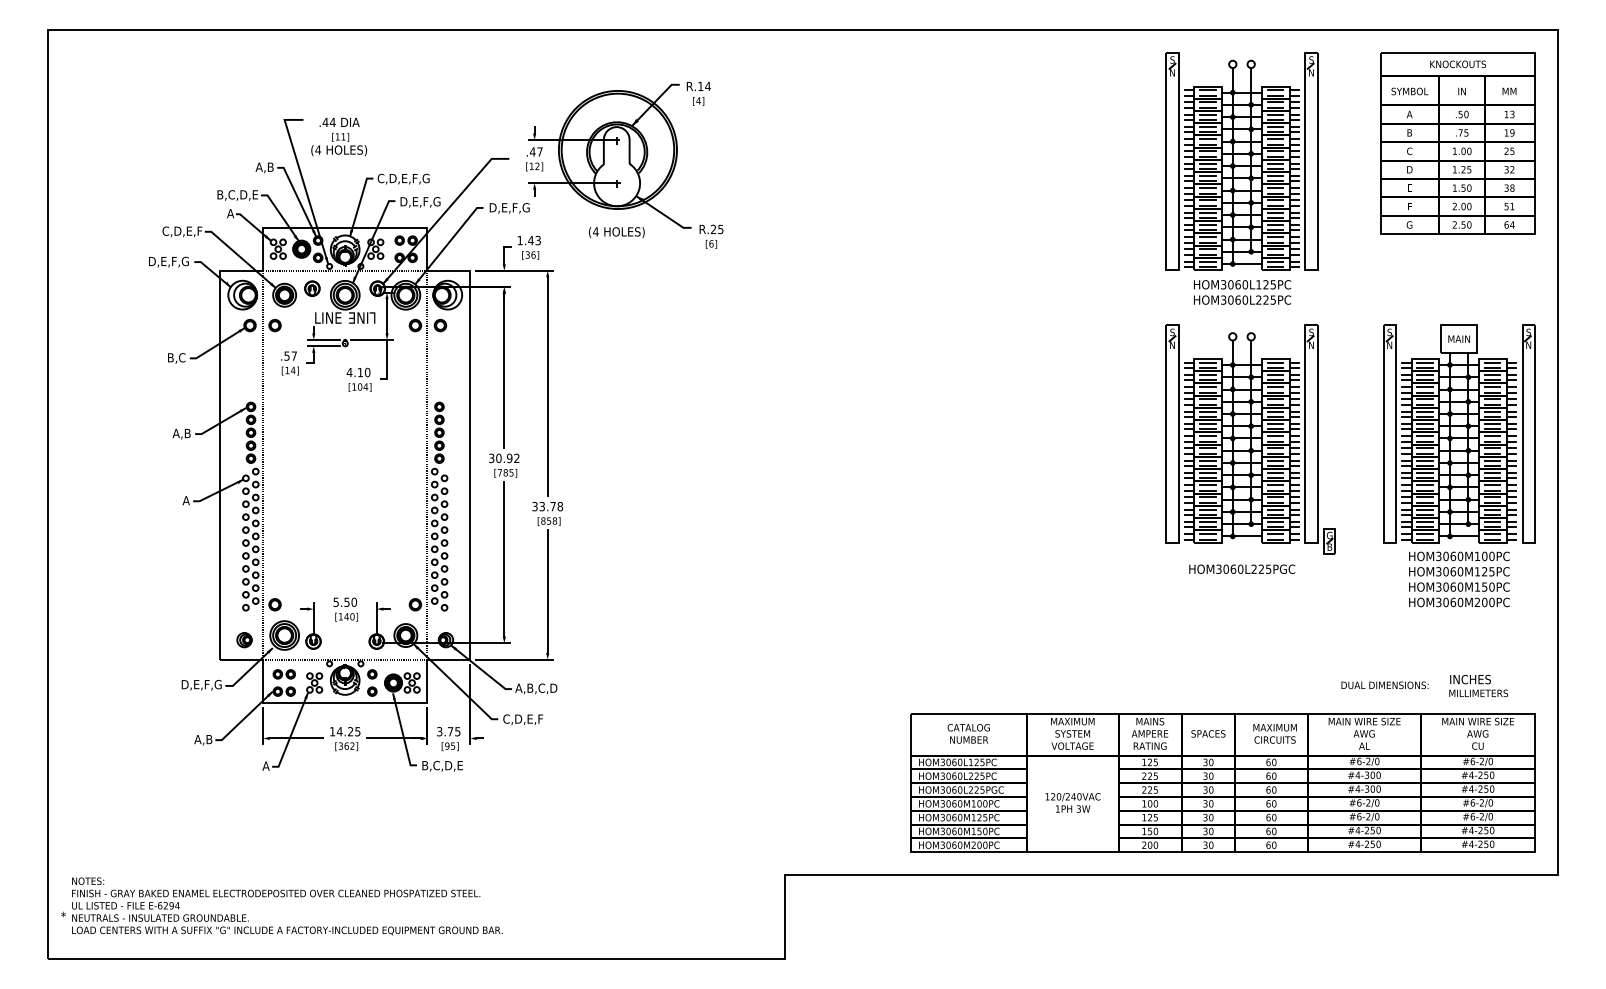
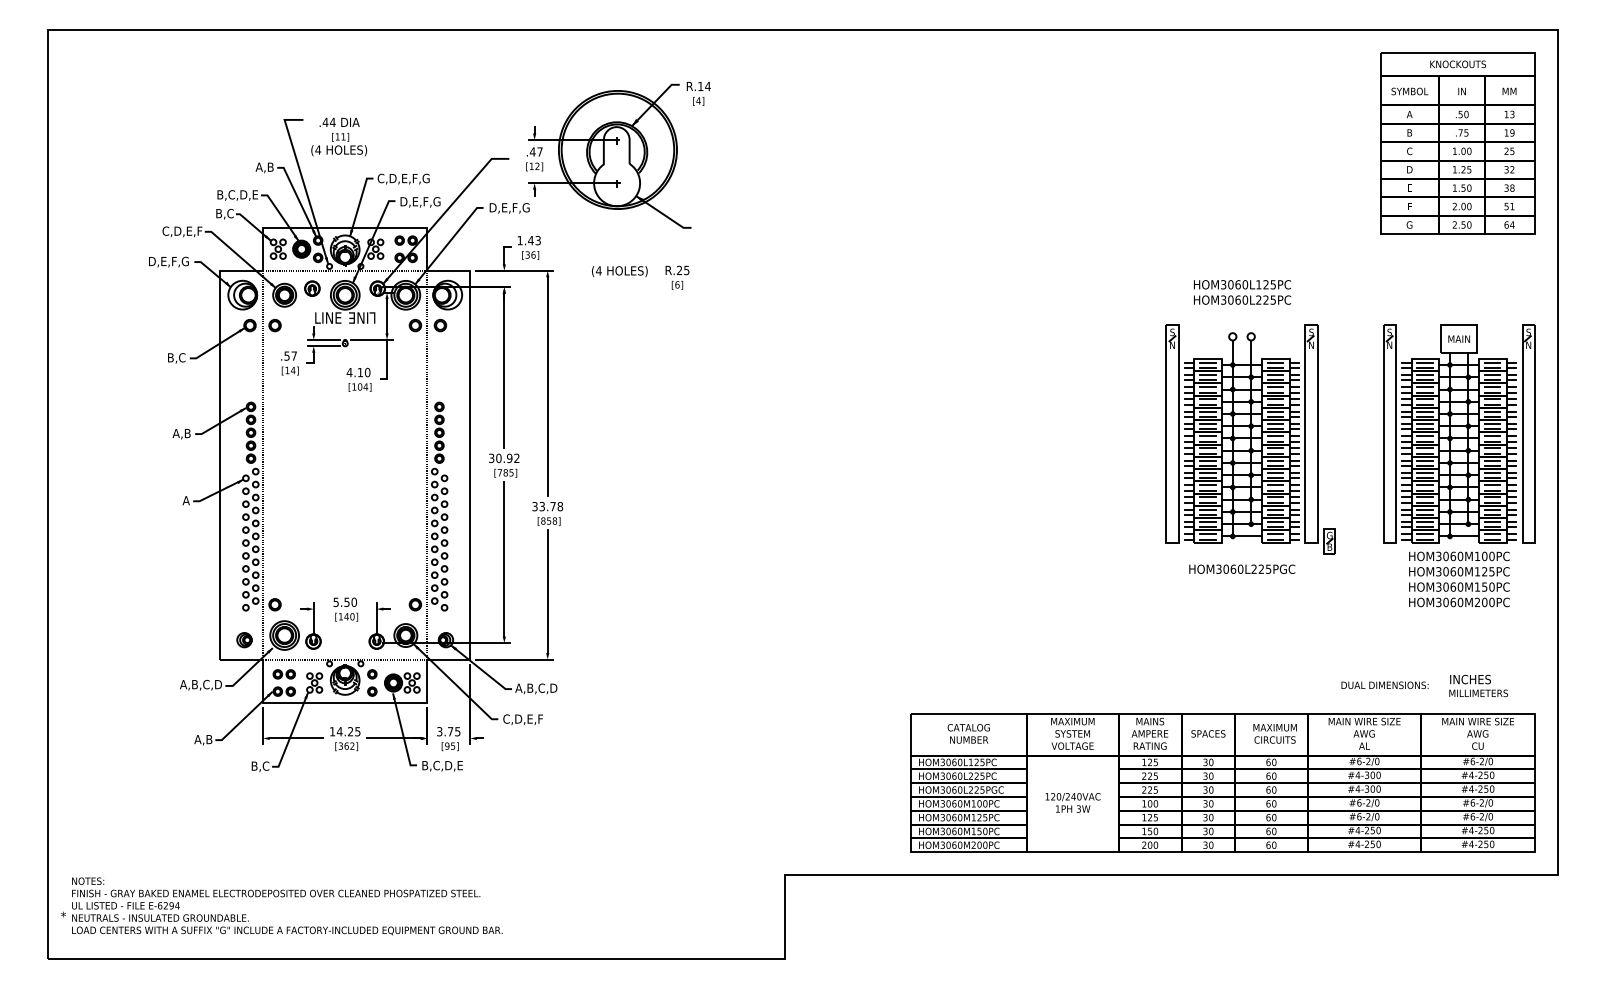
part at (1241, 161): present -> none
text at (225, 214): A -> B,C
text at (616, 232) position: (616, 232) -> (619, 271)
text at (711, 236) position: (711, 236) -> (677, 277)
text at (200, 684): D,E,F,G -> A,B,C,D
text at (260, 766): A -> B,C
